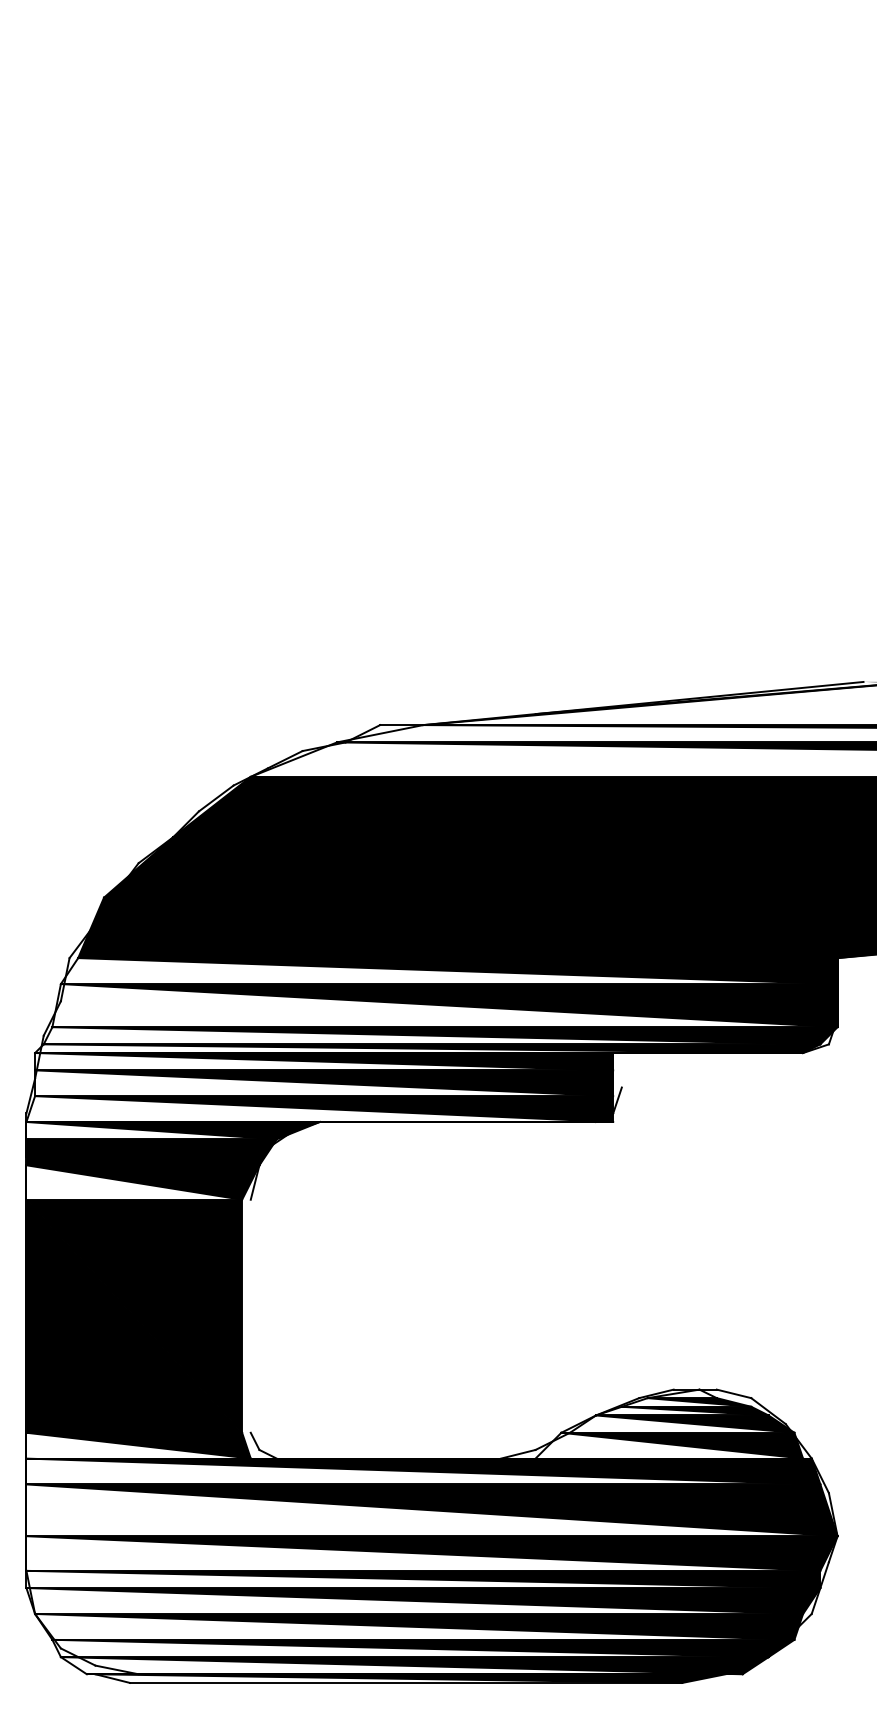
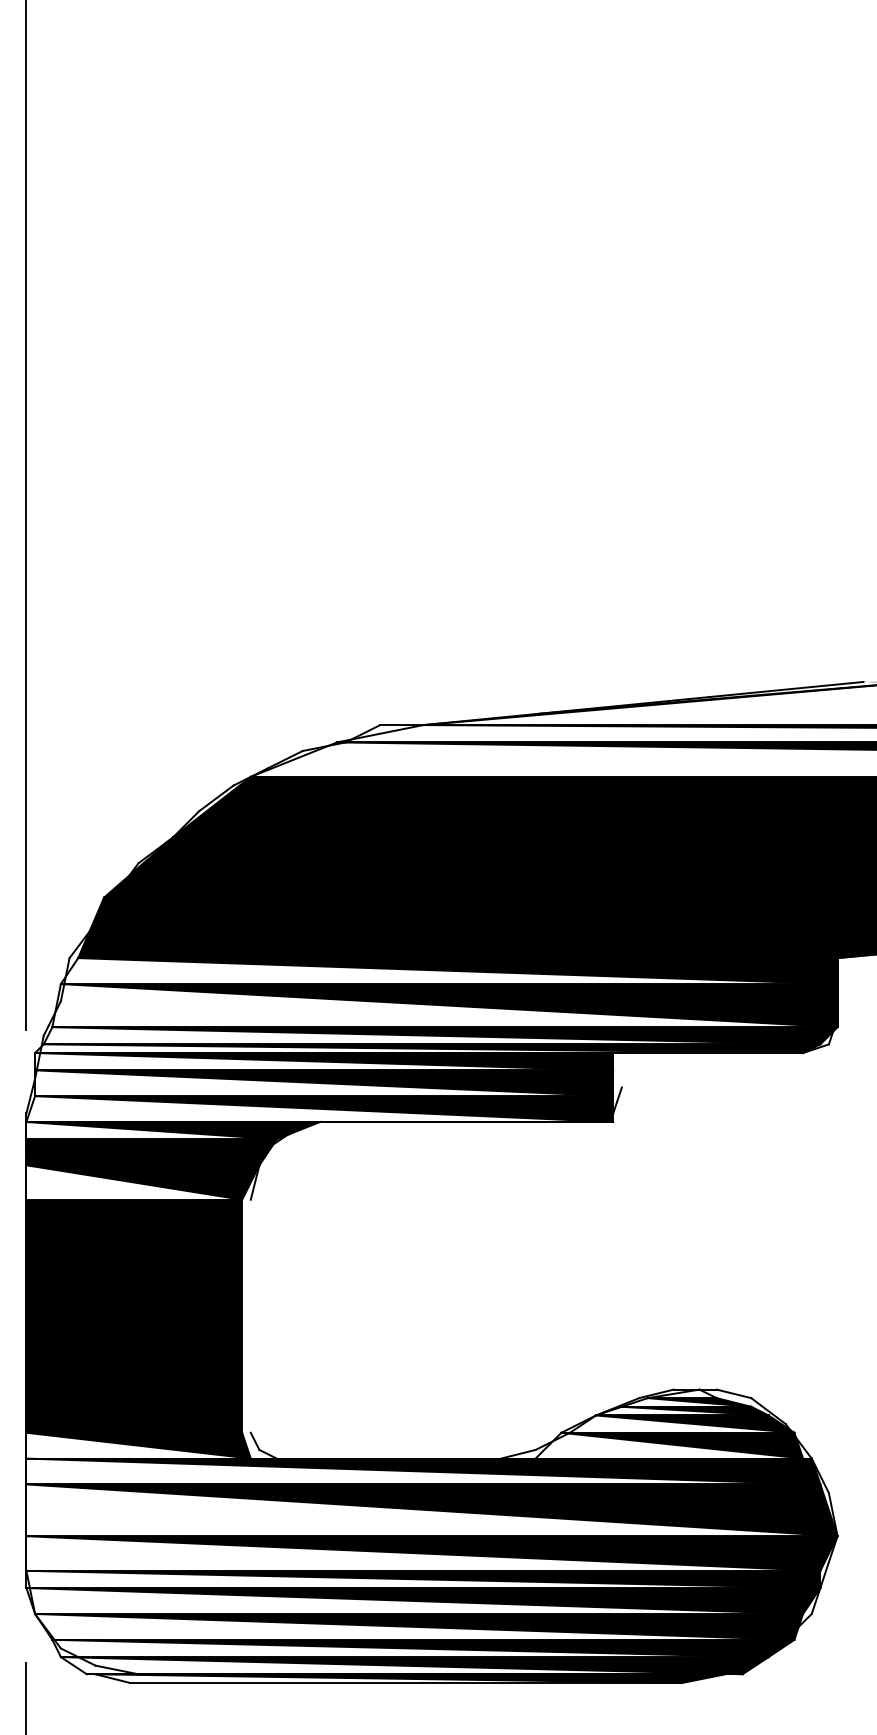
line at (26, 516): none -> present
line at (26, 1696): none -> present
